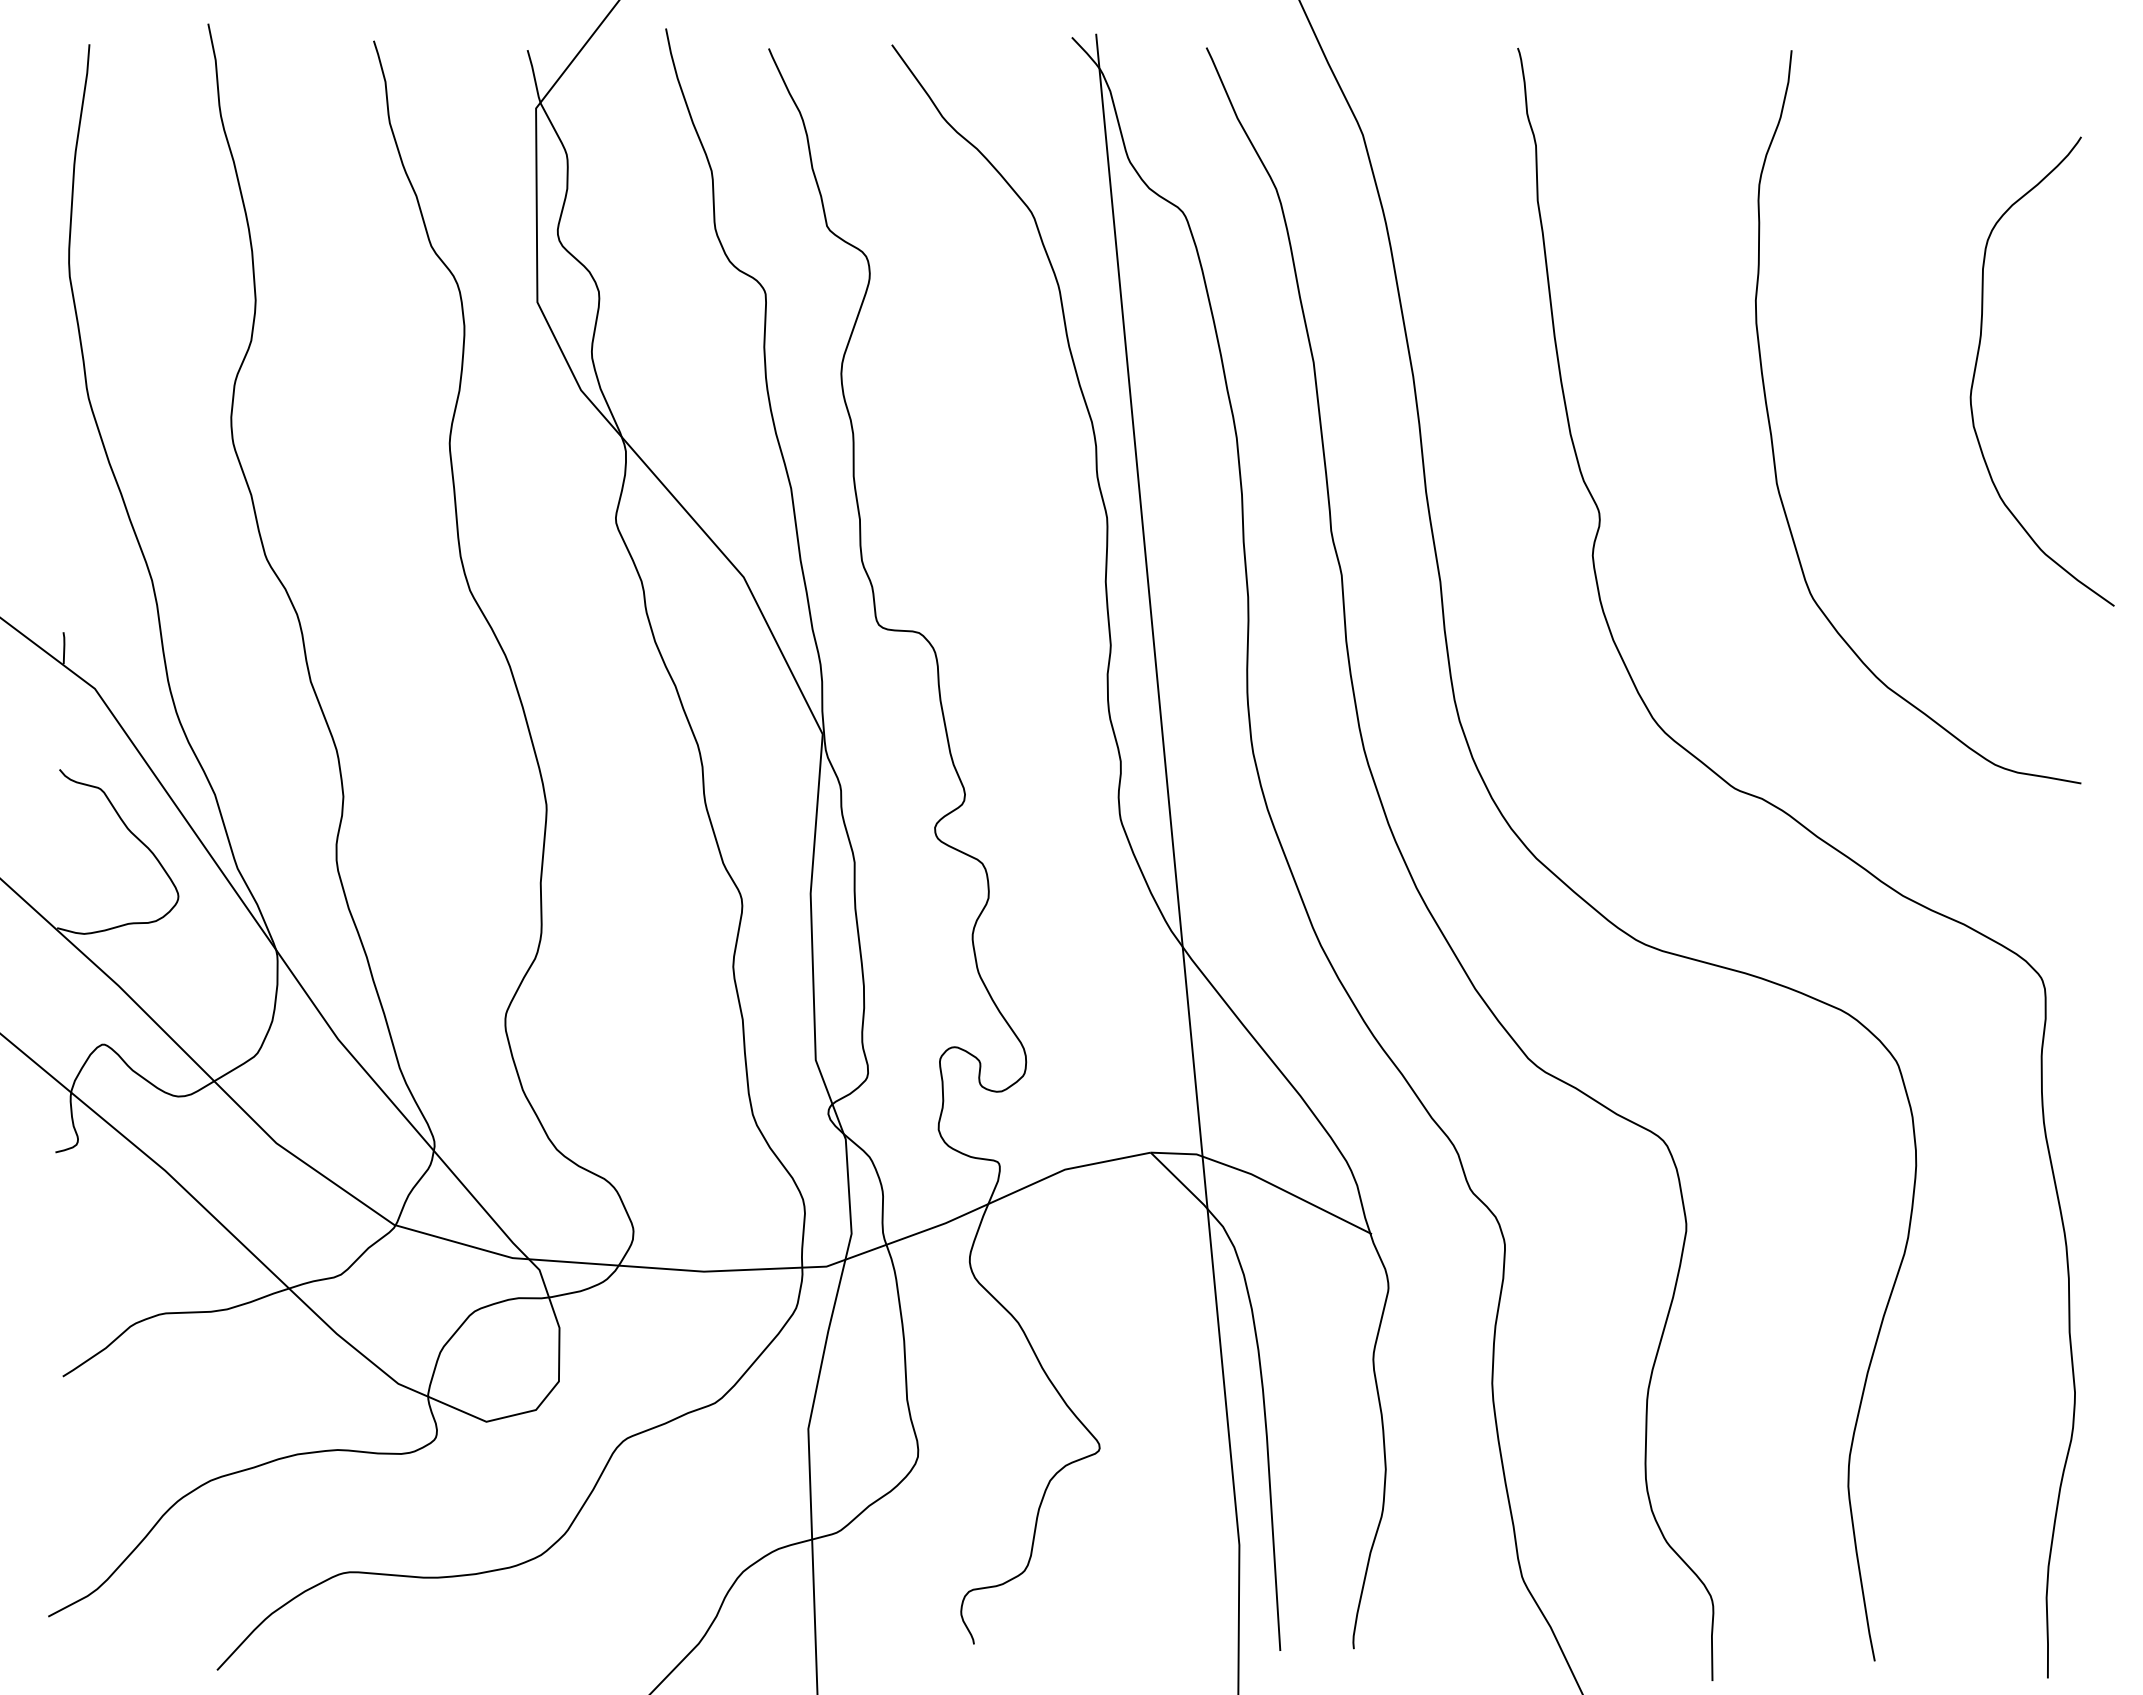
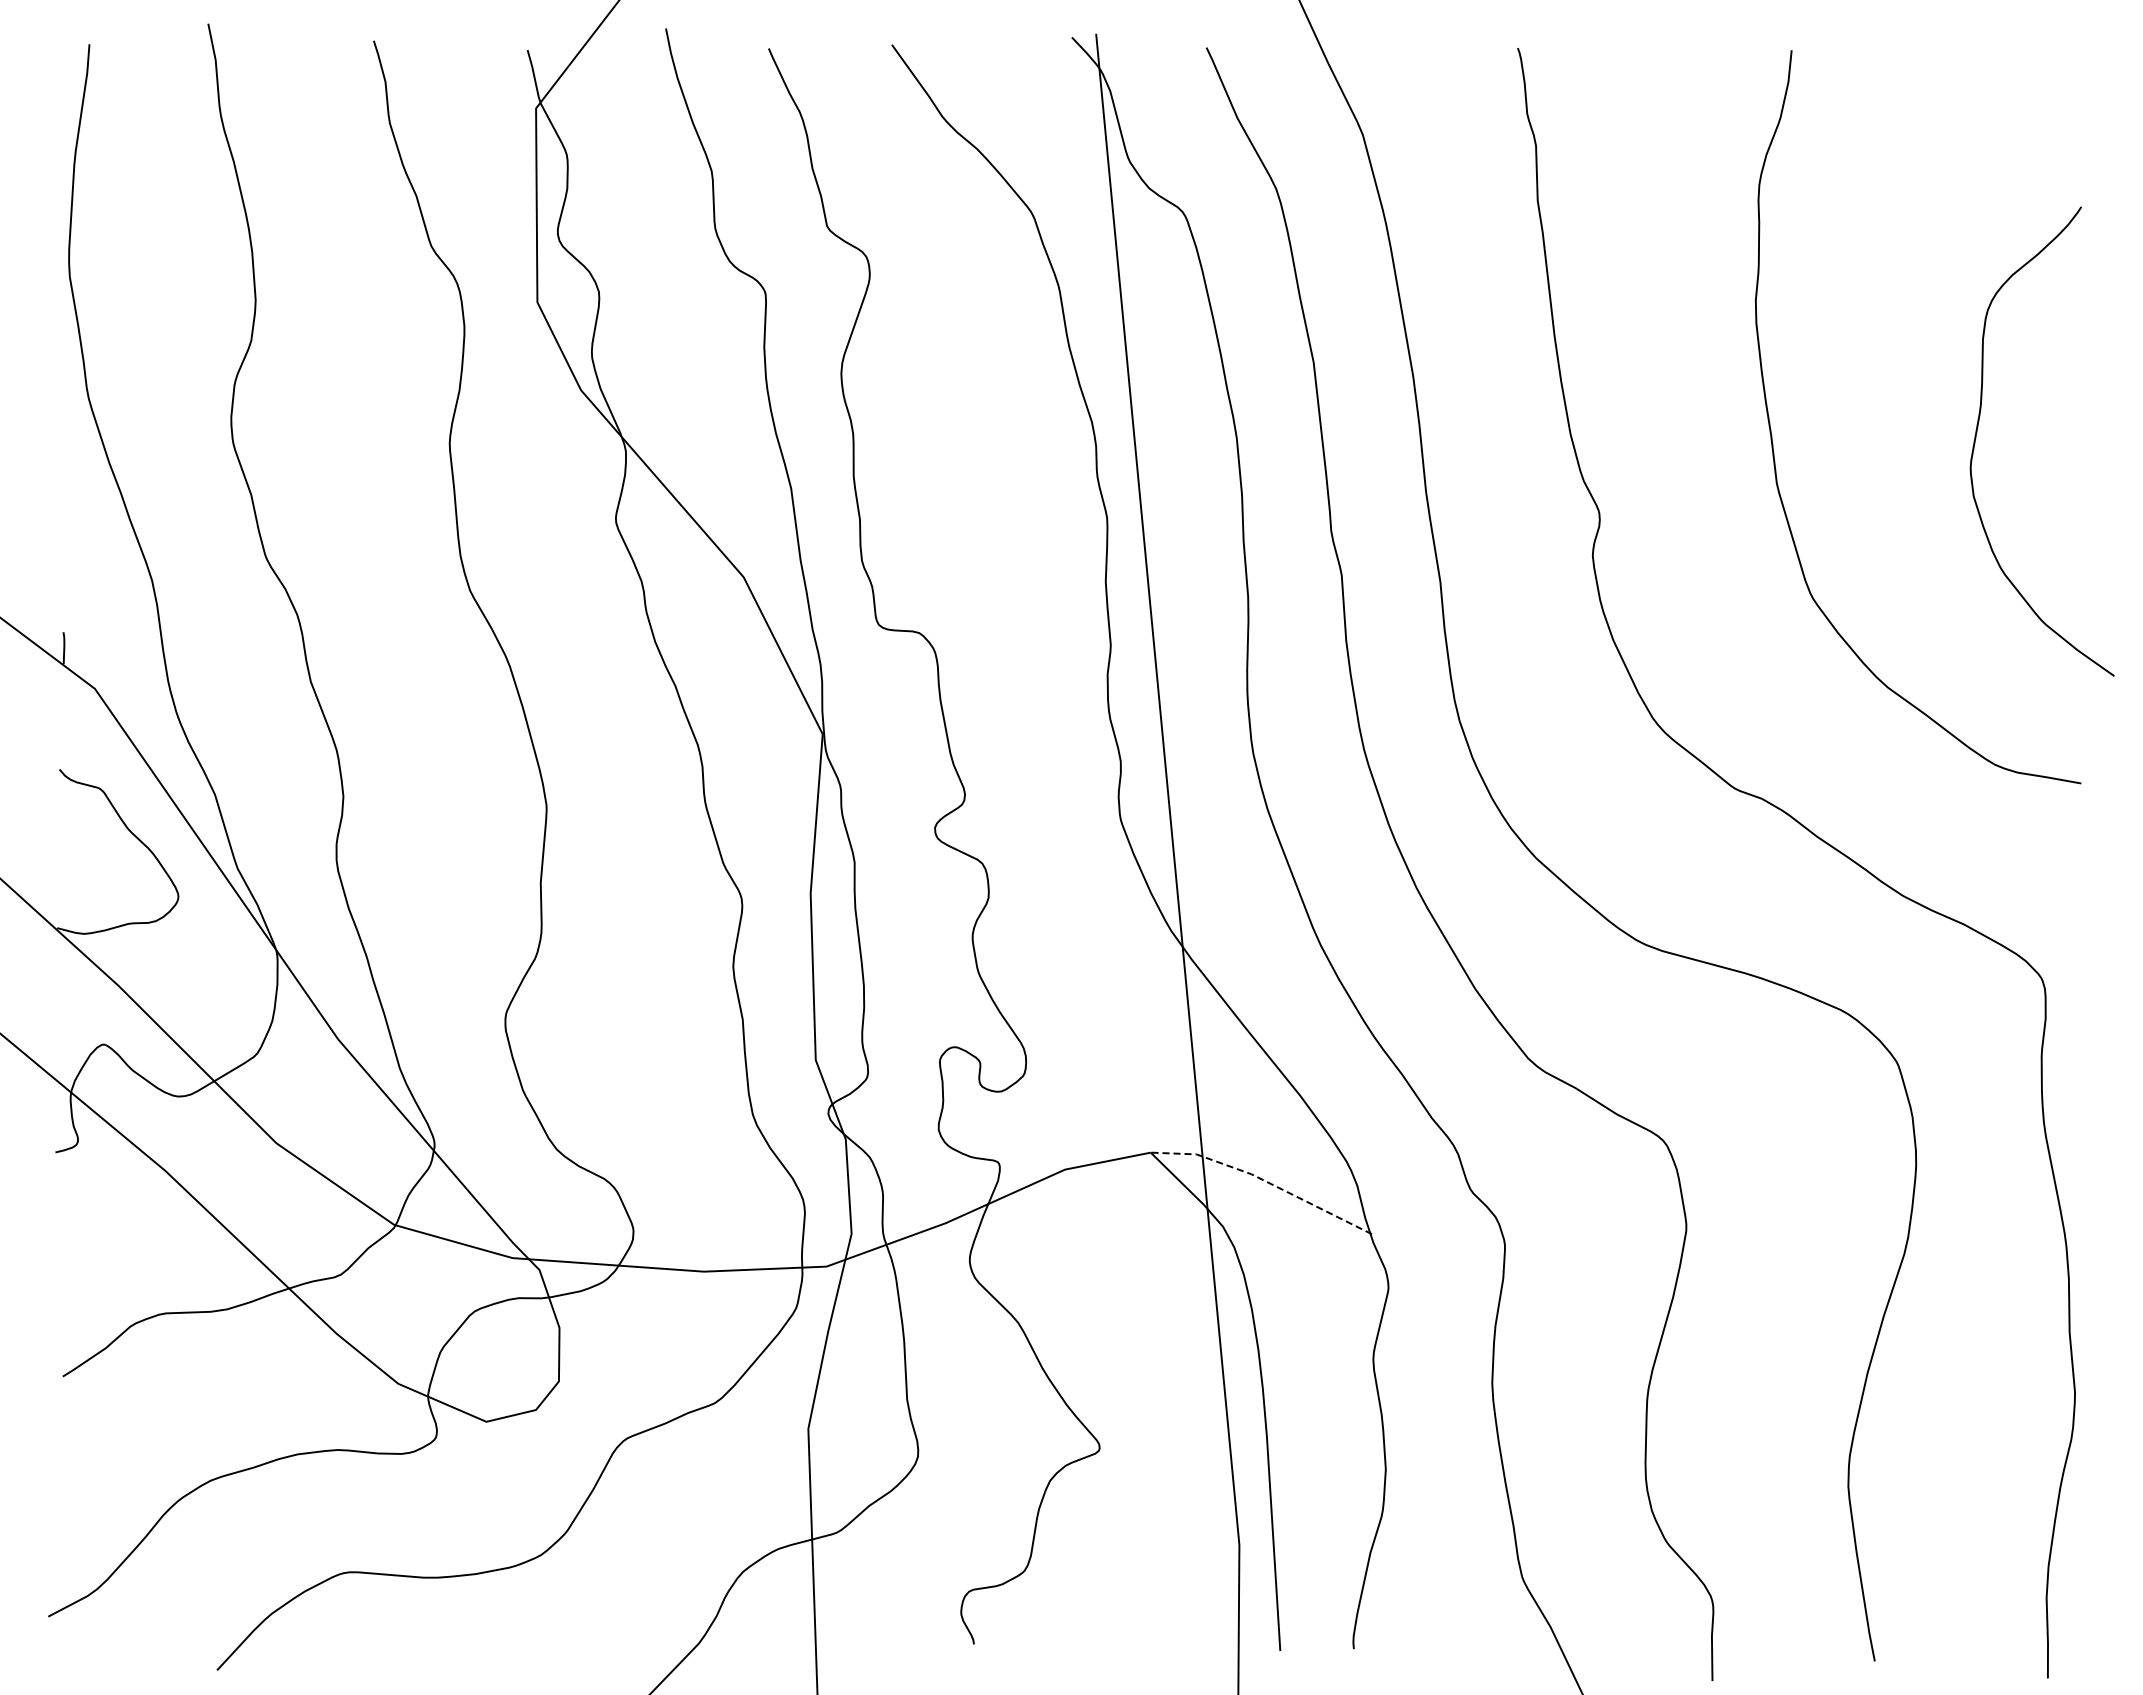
curve at (1977, 363) position: (1977, 363) -> (1977, 433)
line at (1263, 1180): solid -> dashed
